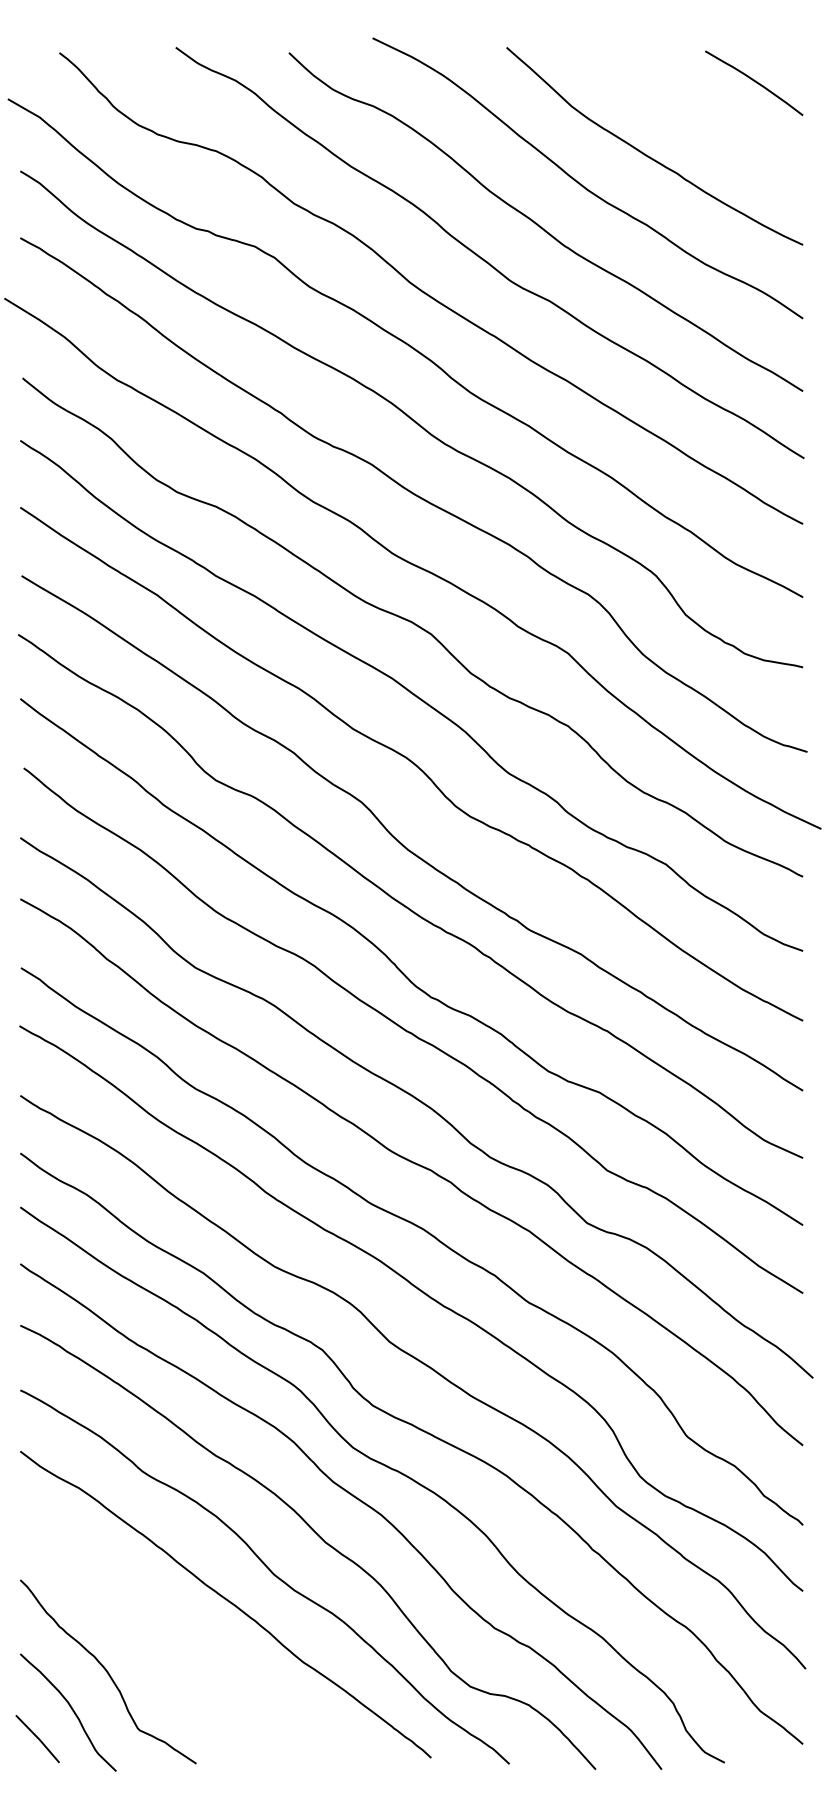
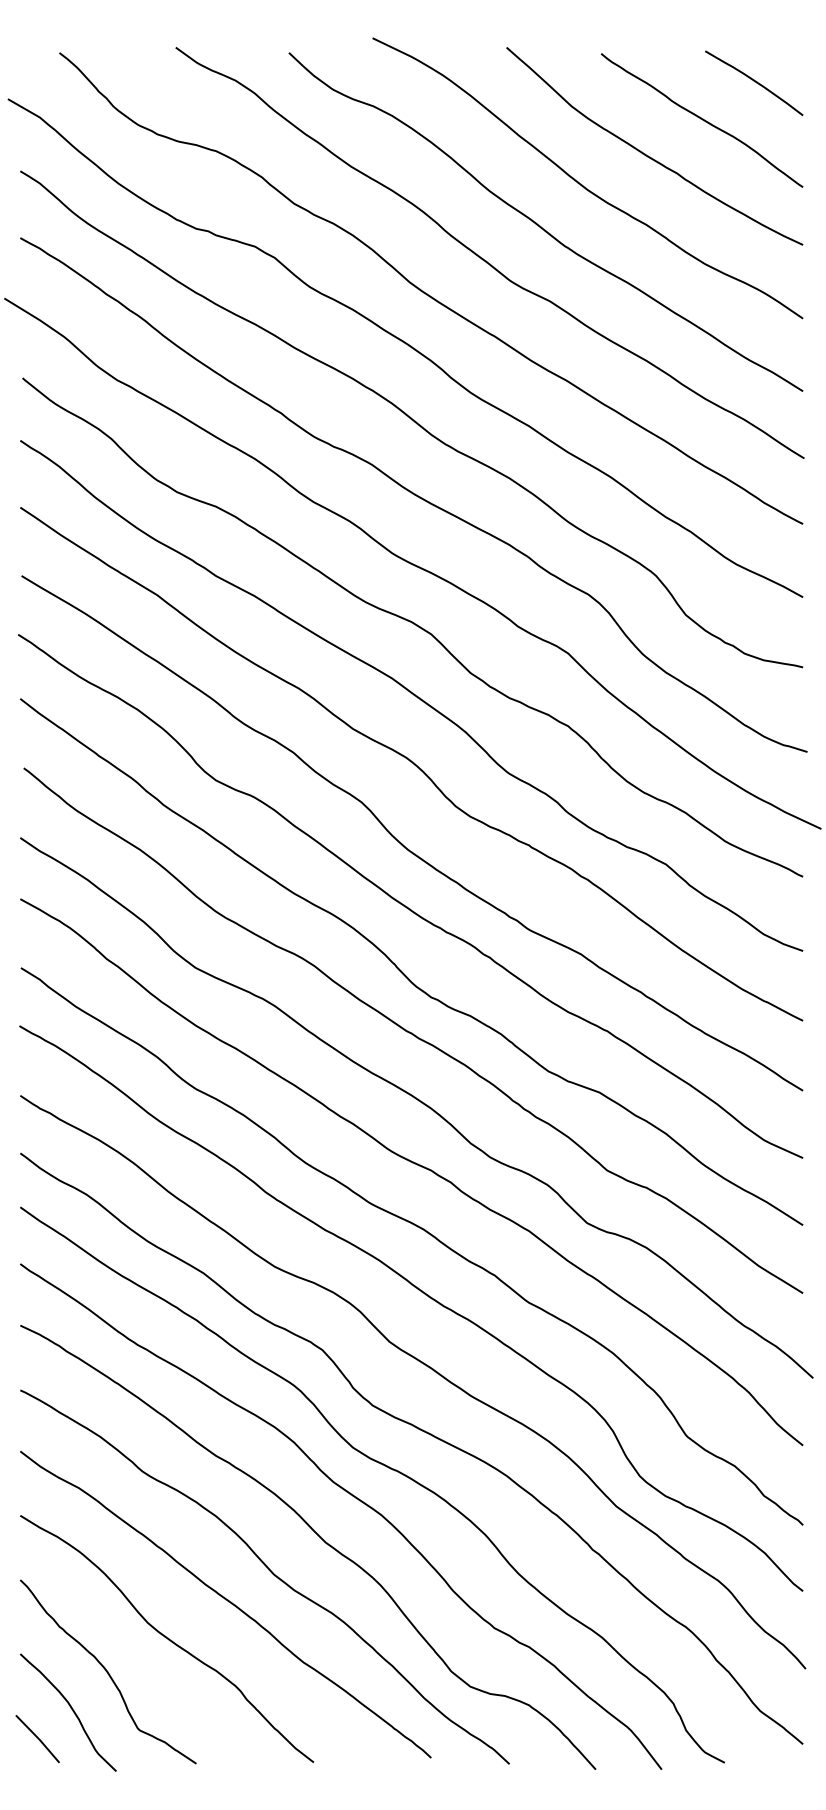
curve at (701, 119): none -> present
curve at (167, 1638): none -> present
